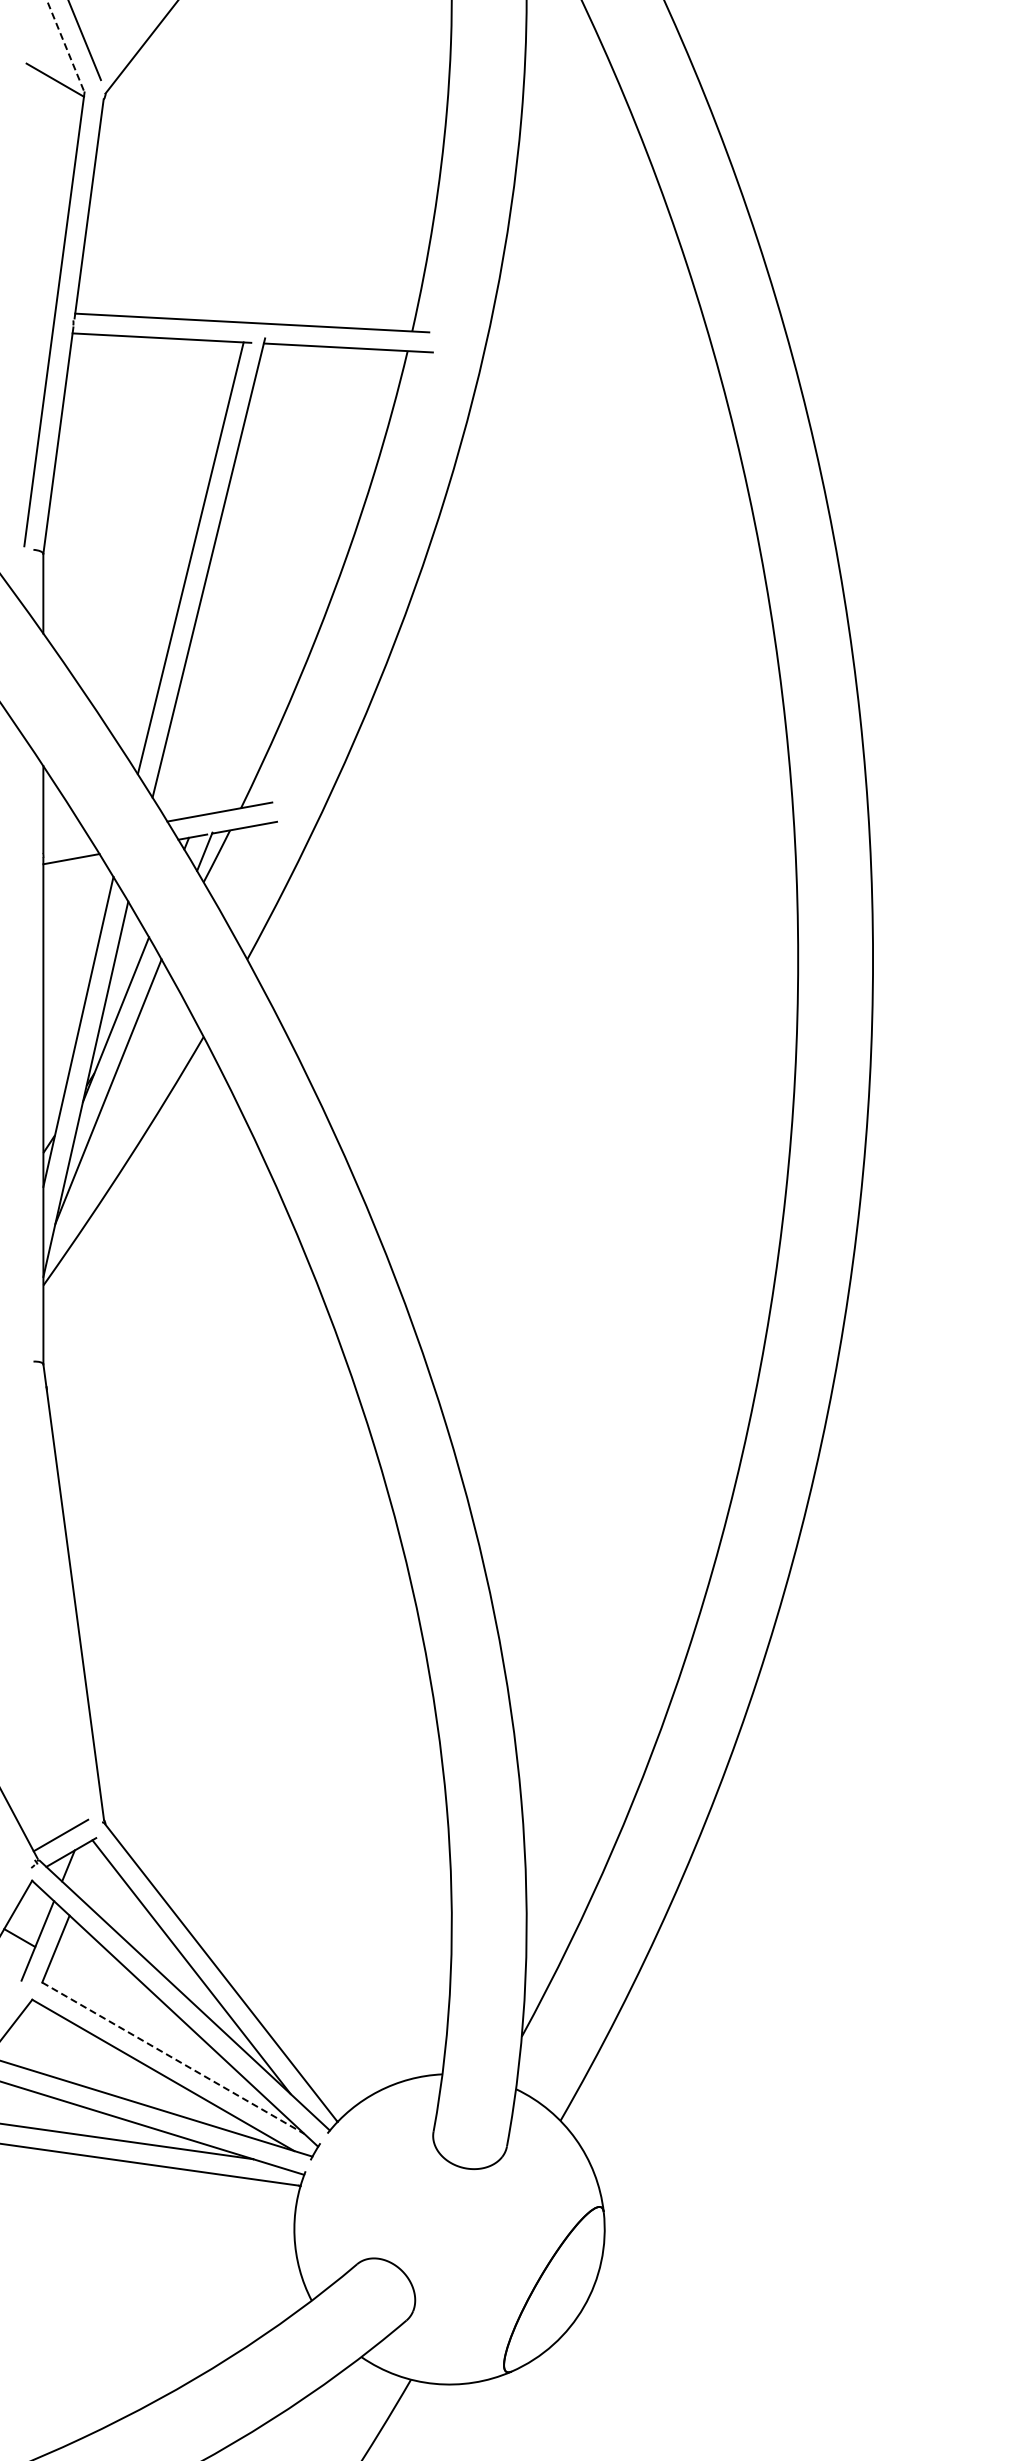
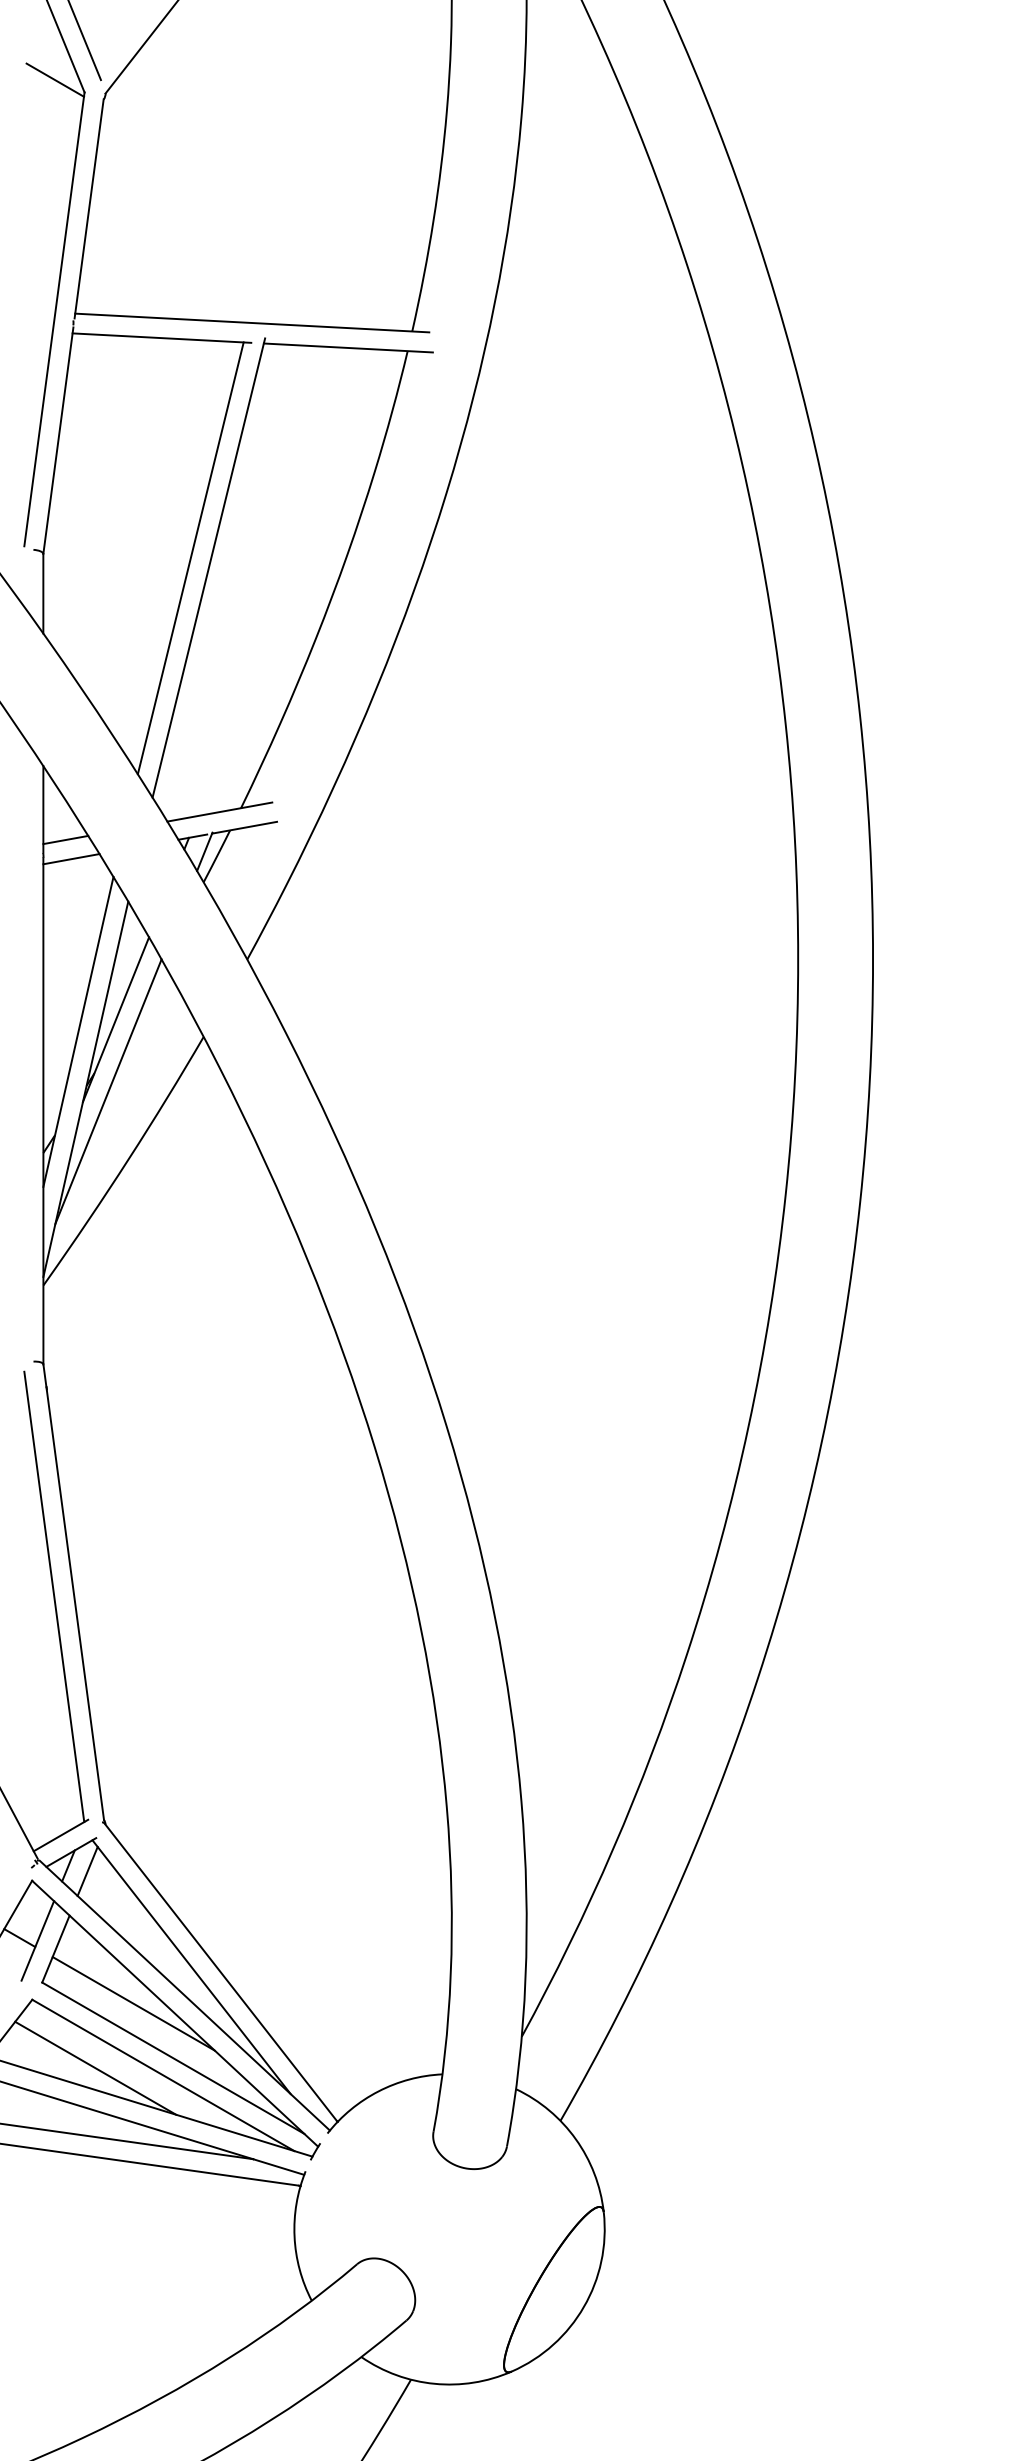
line at (65, 46): dashed -> solid
line at (65, 839): none -> present
line at (54, 1596): none -> present
line at (87, 1870): none -> present
line at (133, 2003): none -> present
line at (173, 2058): dashed -> solid
line at (95, 2067): none -> present
